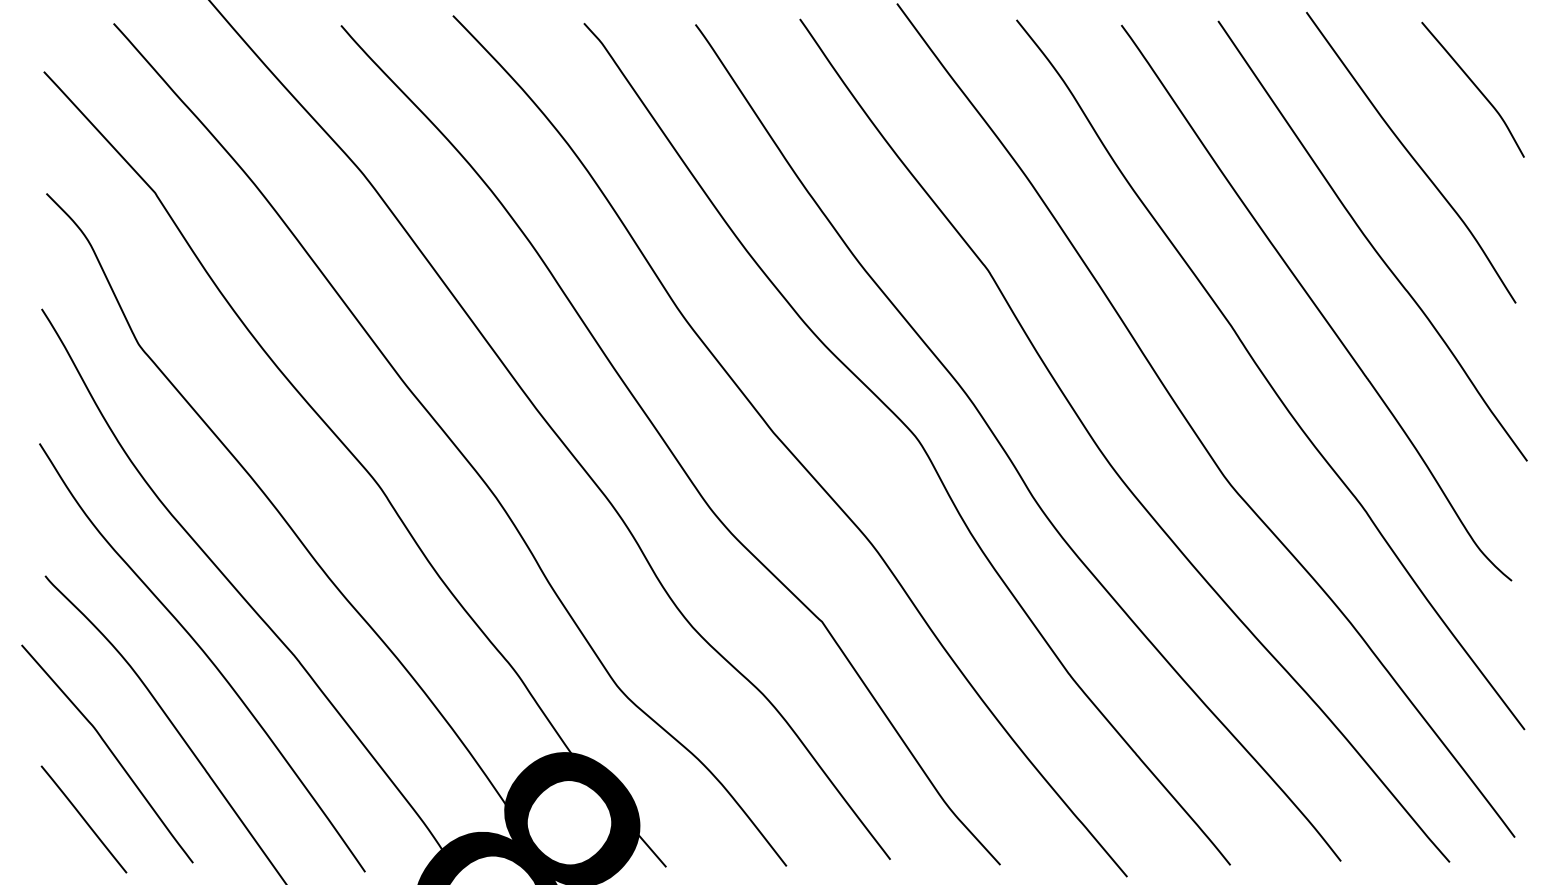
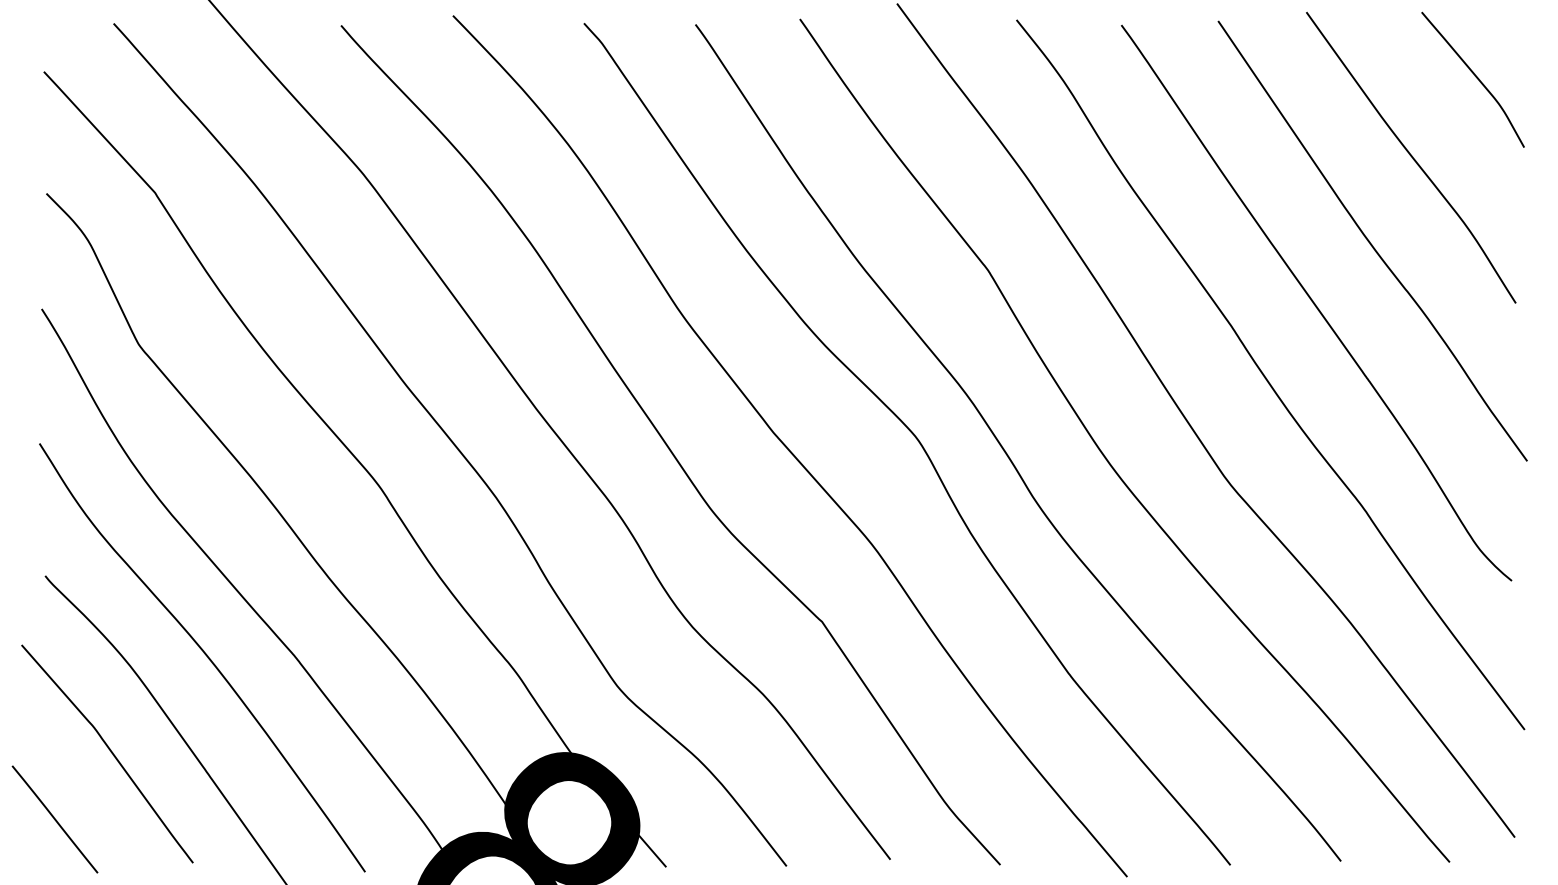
curve at (1474, 86) position: (1474, 86) -> (1474, 76)
line at (83, 819) position: (83, 819) -> (54, 819)
